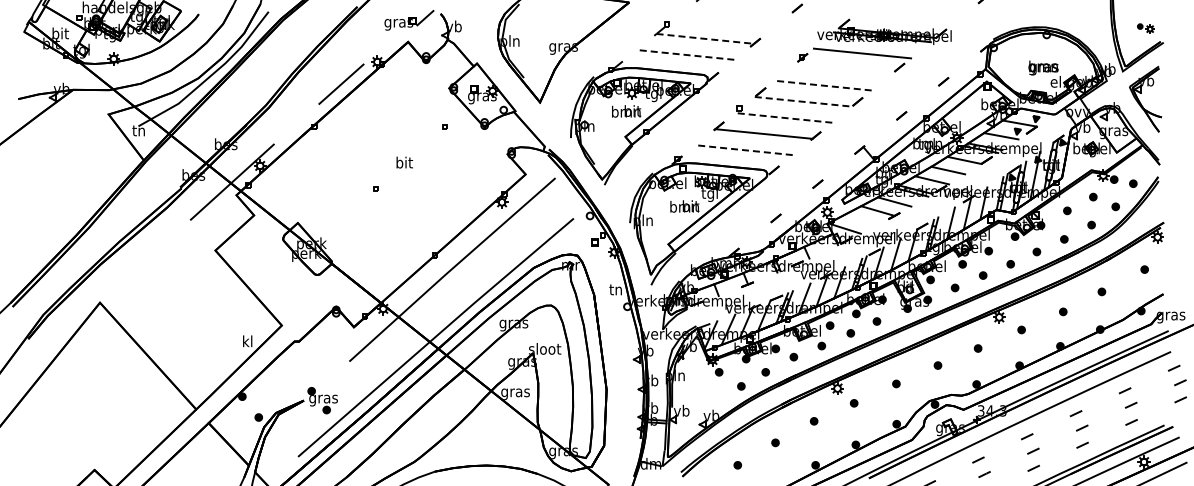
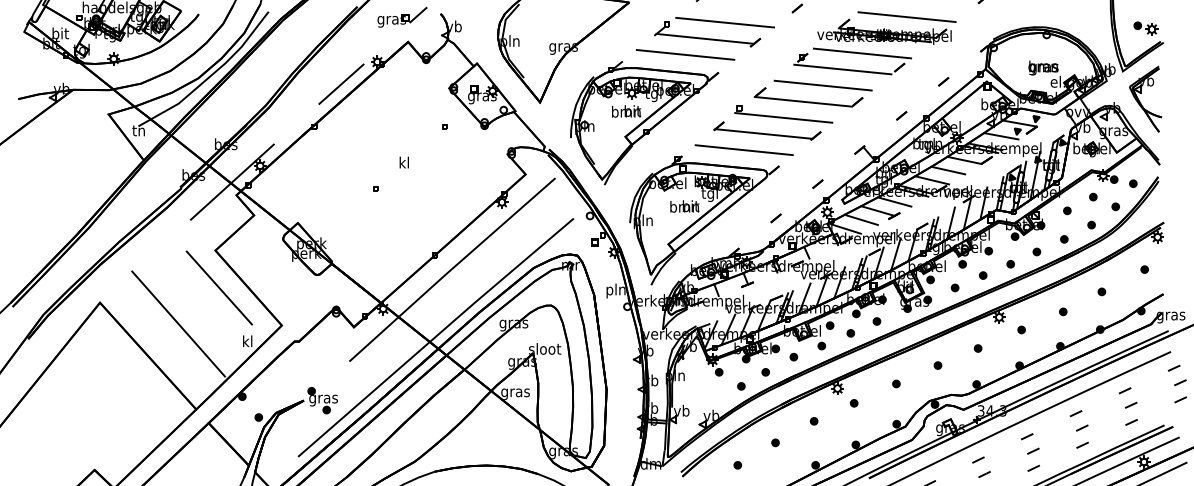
line at (906, 17): none -> present
part at (409, 19) position: (409, 19) -> (402, 16)
line at (725, 22): none -> present
part at (1145, 28) size: 18x11 px -> 26x15 px
line at (705, 38): dashed -> solid
line at (685, 54): dashed -> solid
line at (842, 69): none -> present
line at (823, 85): dashed -> solid
line at (803, 101): dashed -> solid
line at (783, 117): dashed -> solid
line at (744, 150): dashed -> solid
text at (404, 162): bit -> kl
line at (860, 219): none -> present
line at (218, 287): none -> present
text at (615, 290): tn -> pln
line at (178, 323): none -> present
